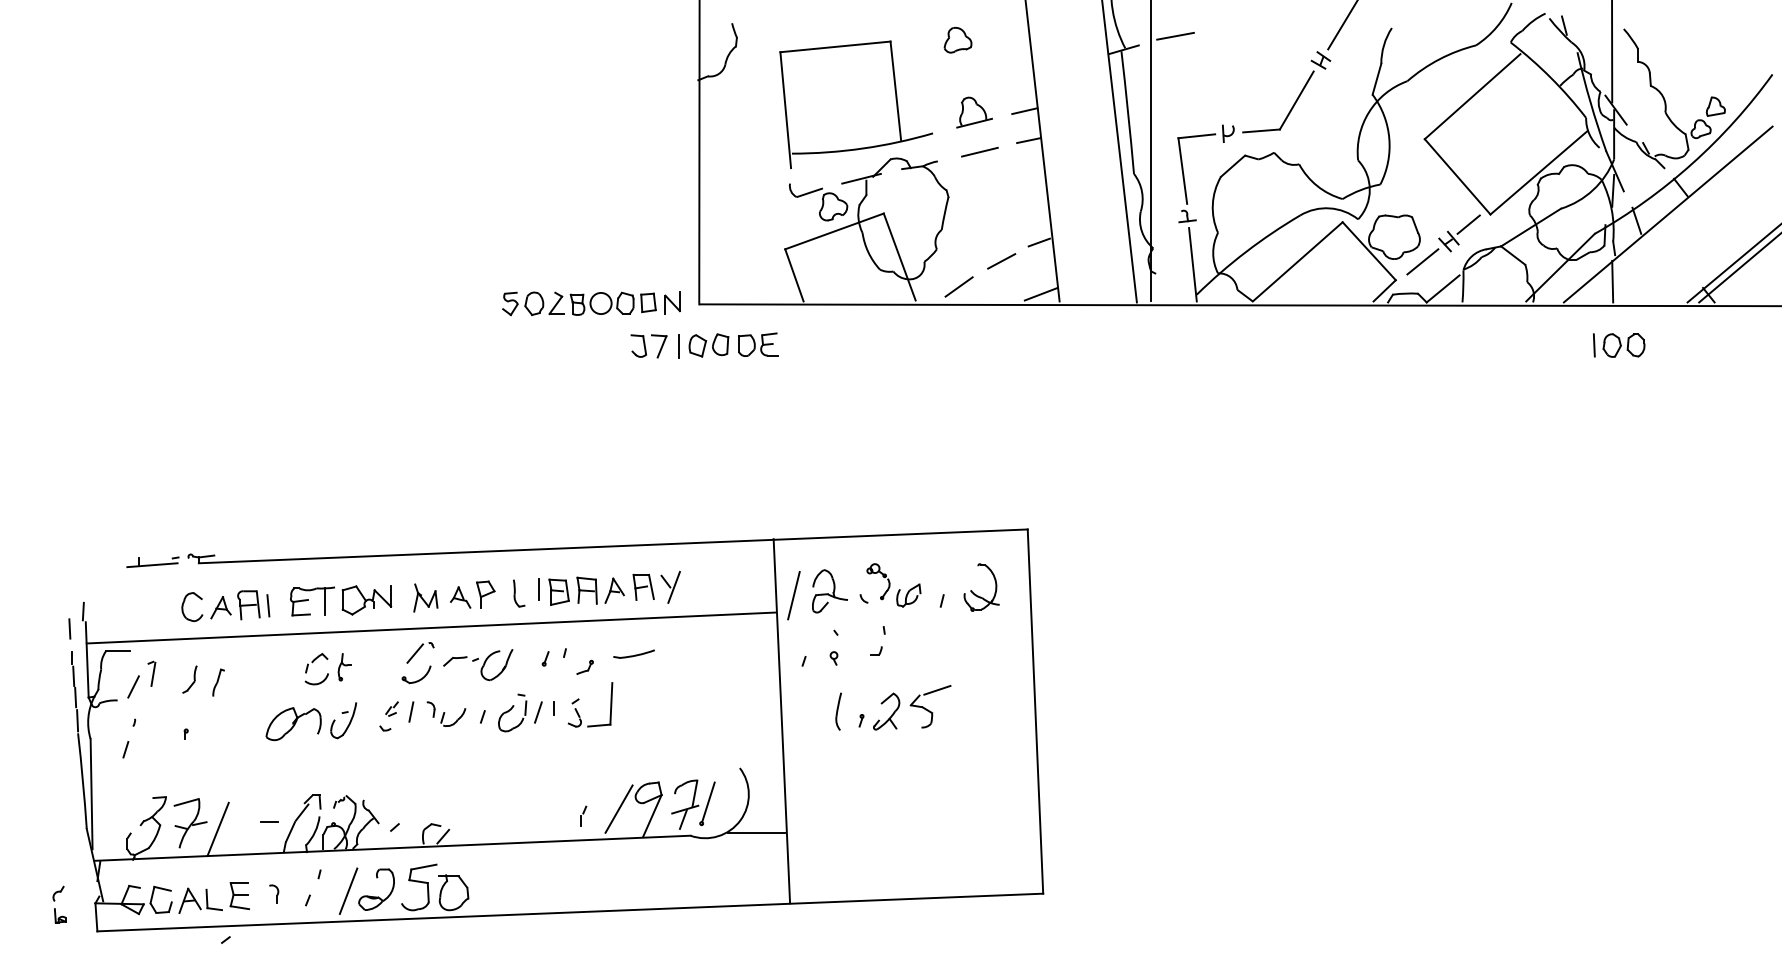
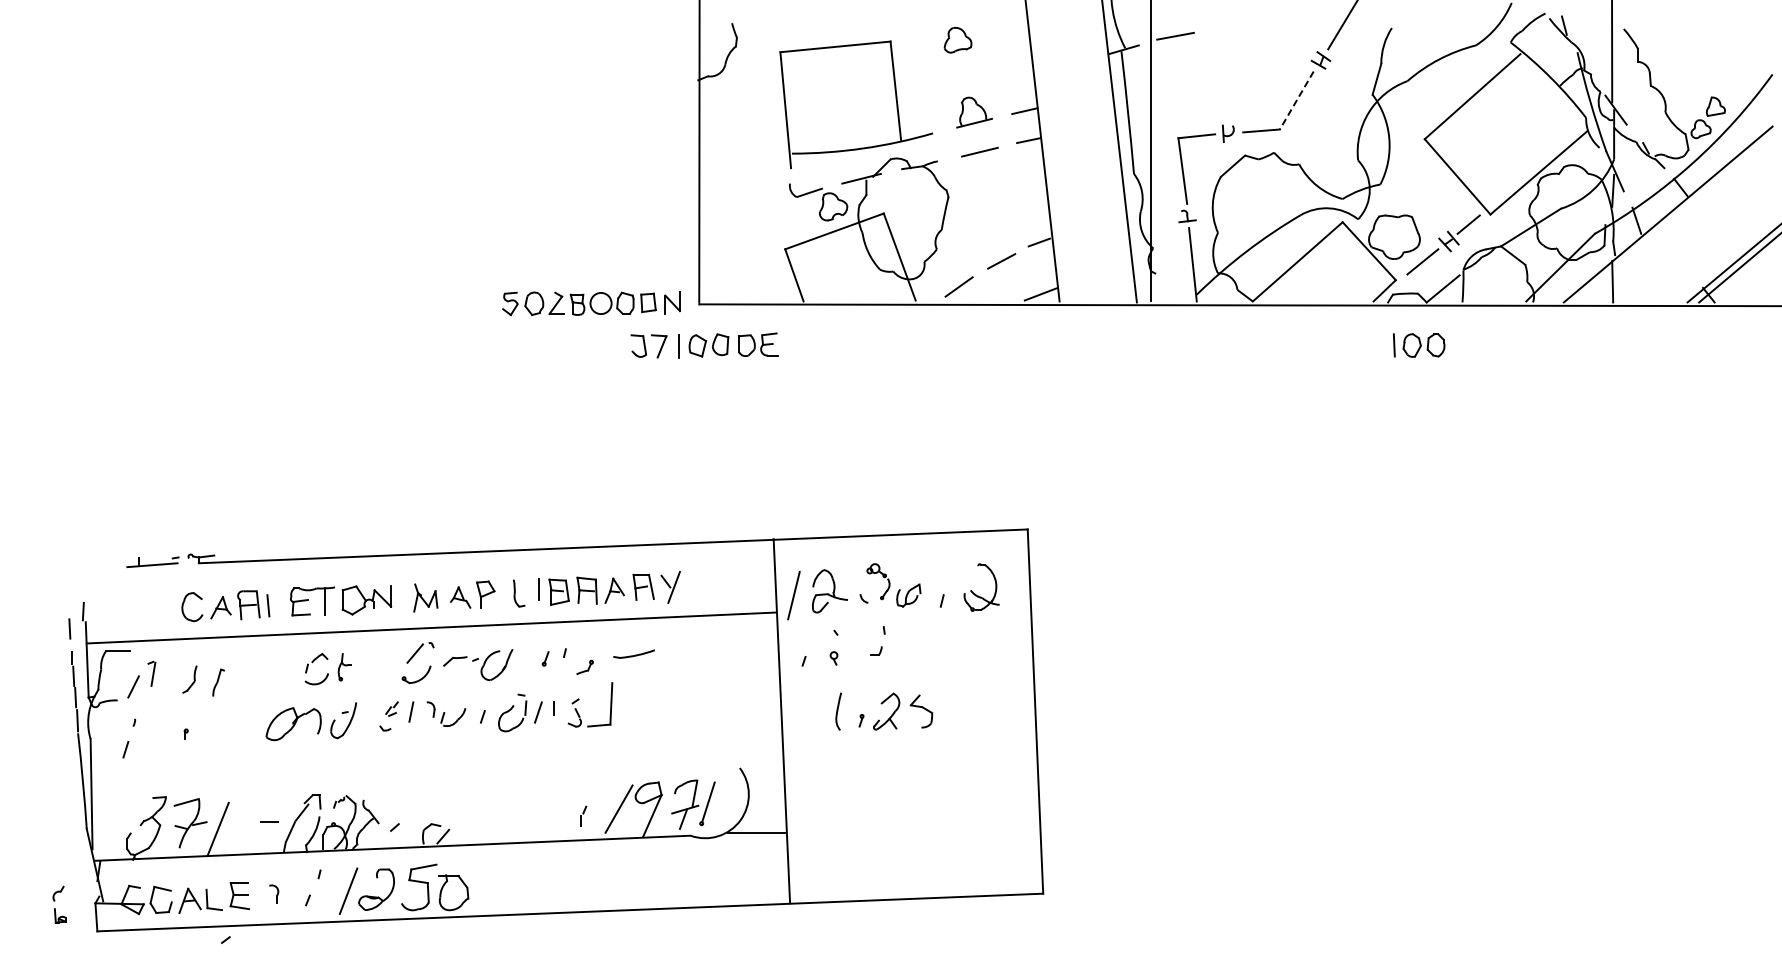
line at (1296, 100): solid -> dashed
part at (1619, 345) position: (1619, 345) -> (1419, 345)
line at (937, 689): present -> none
